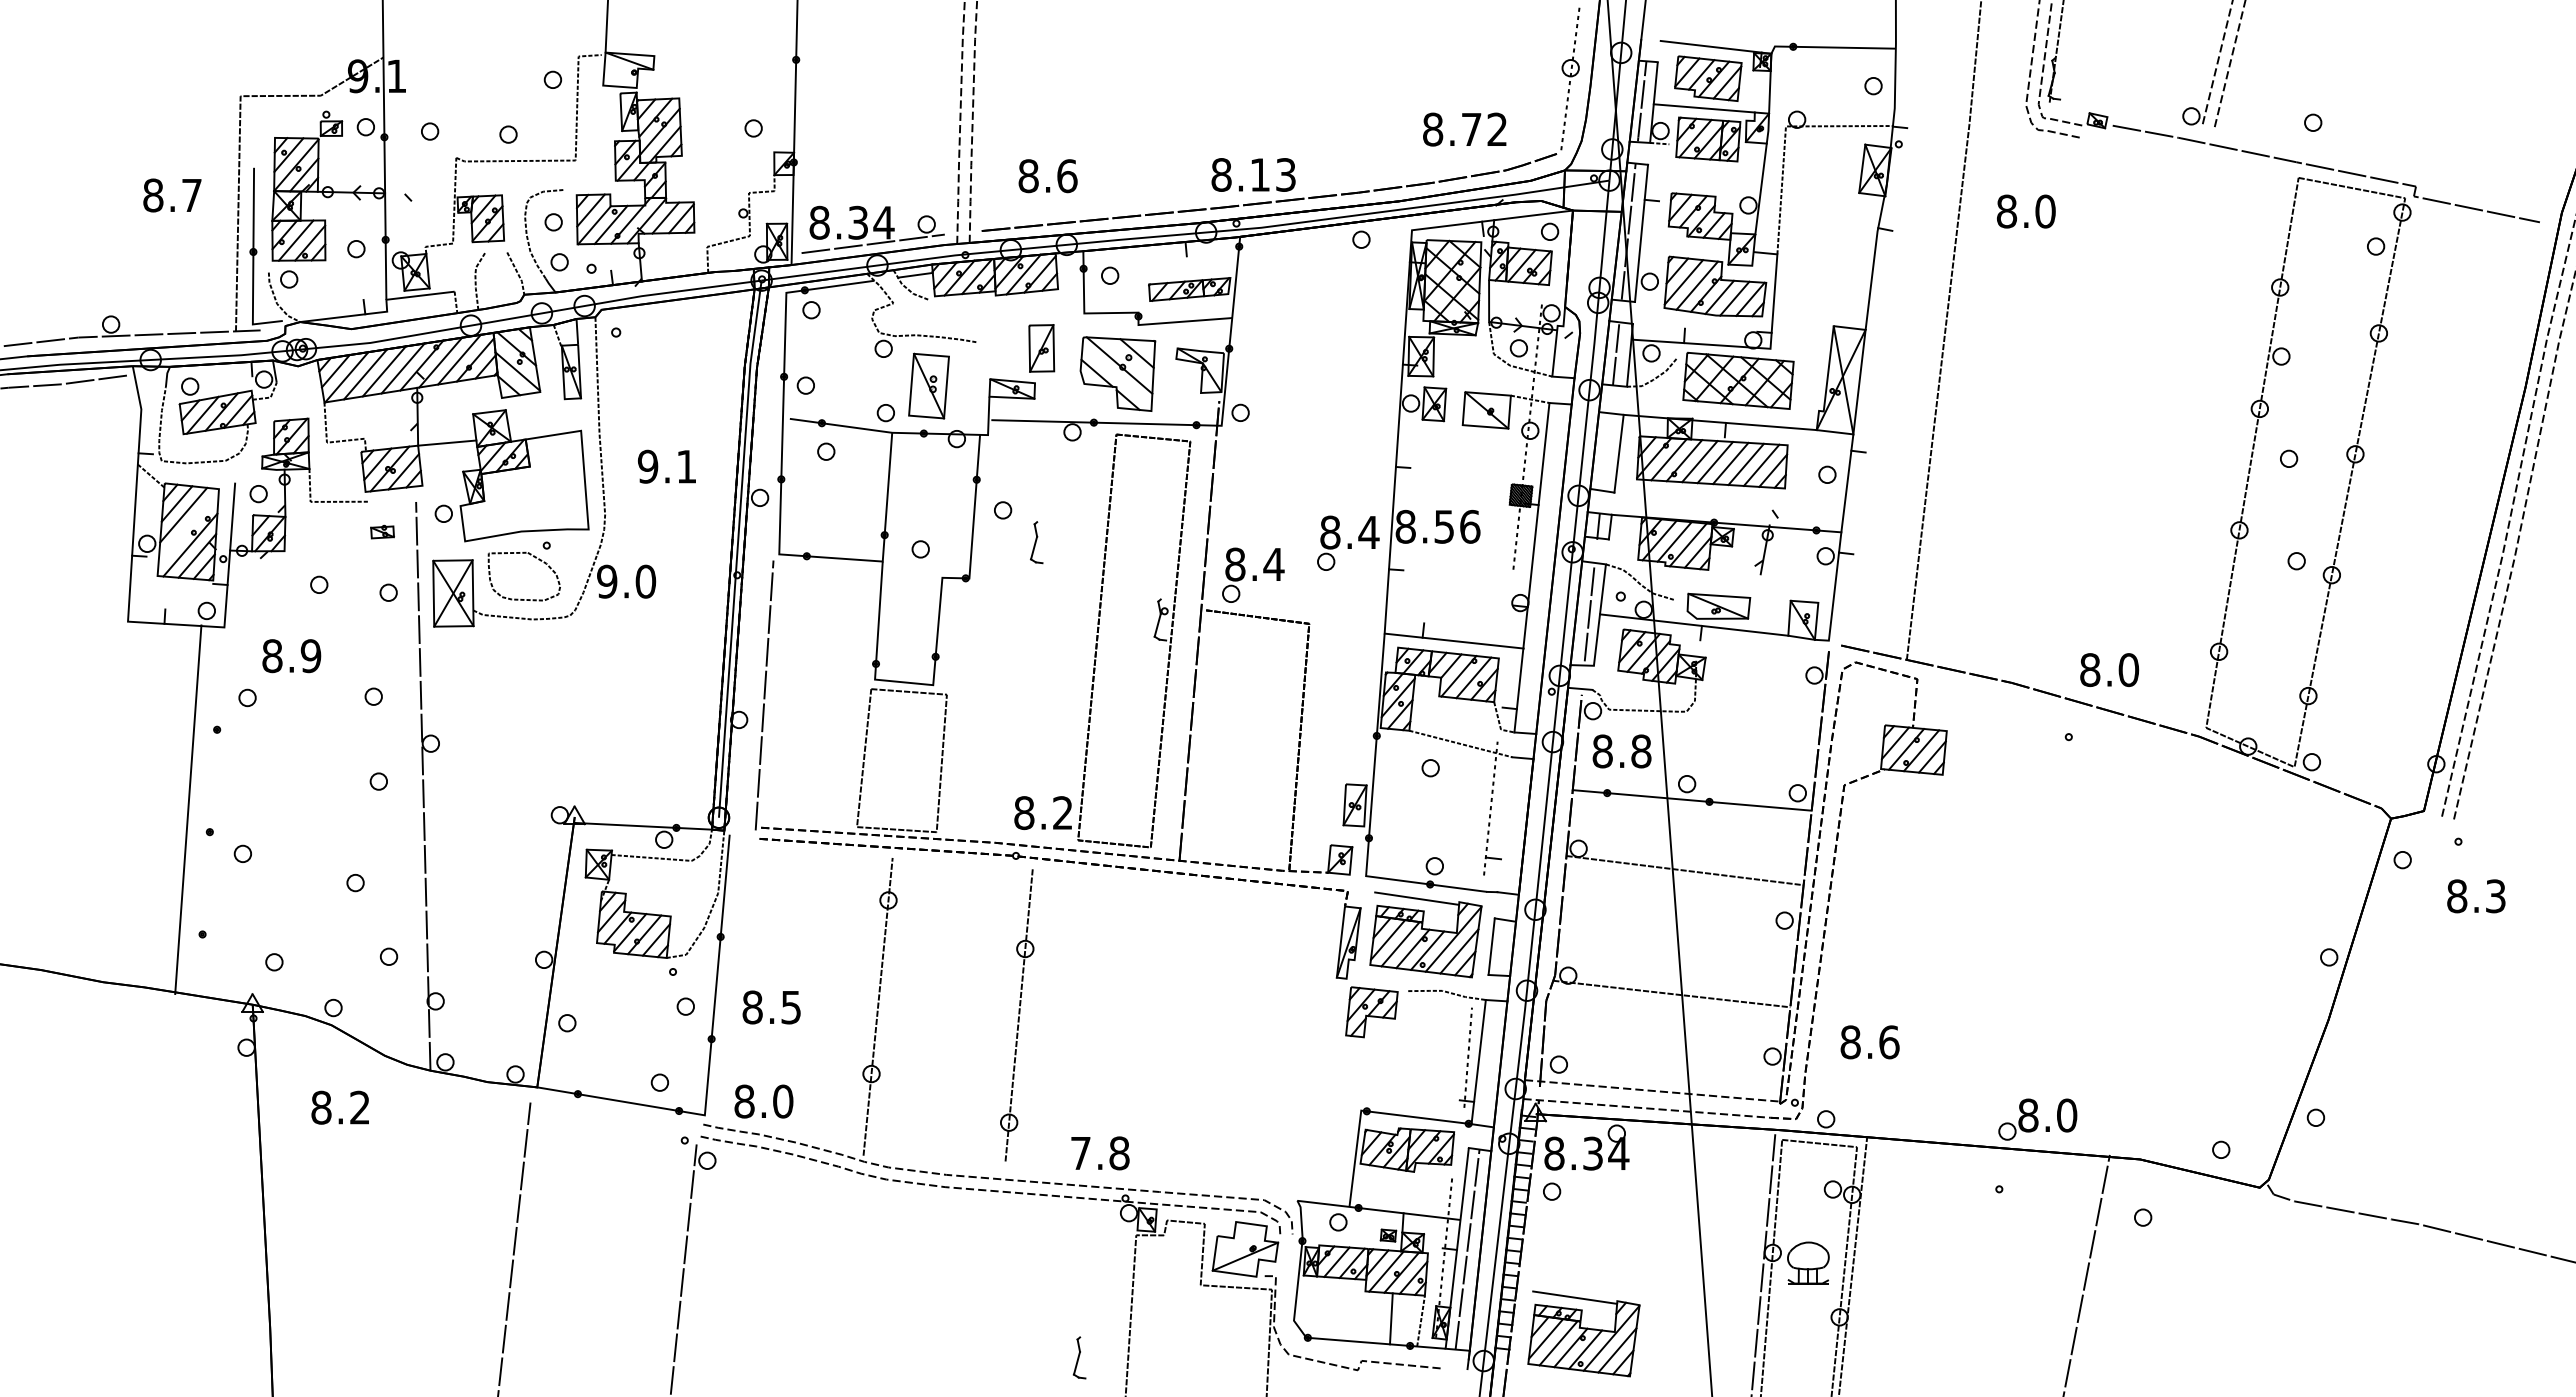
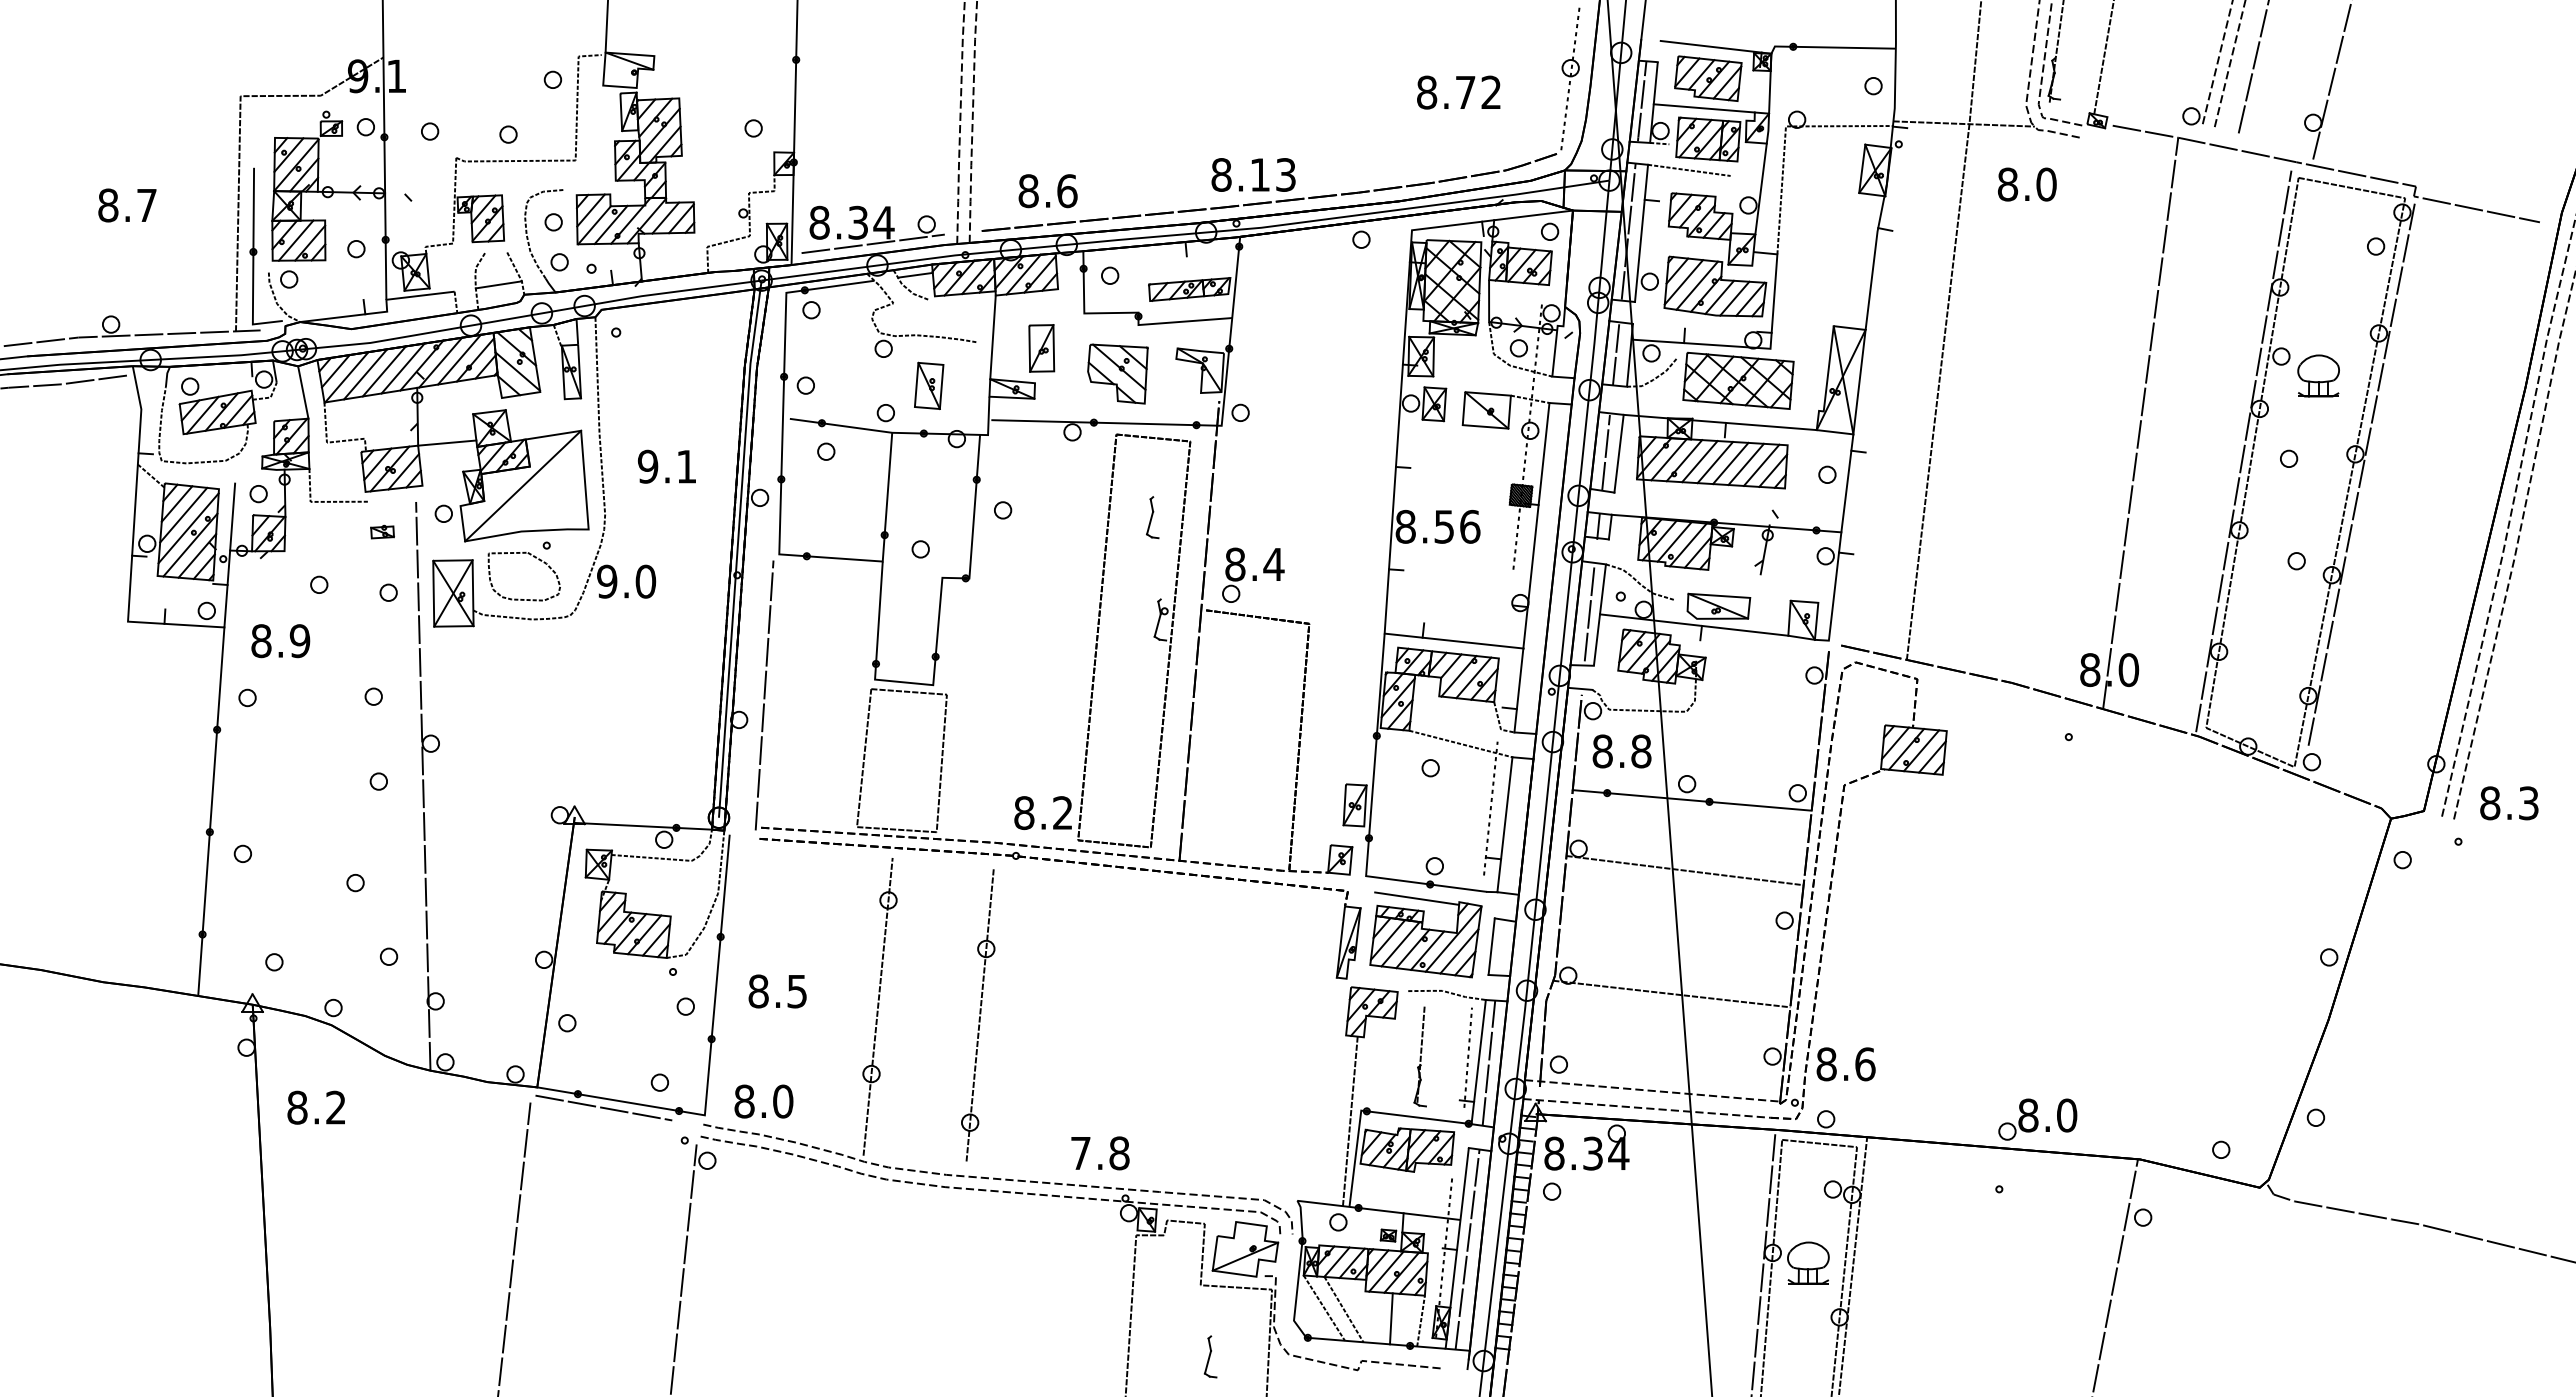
line at (2103, 58): none -> present
line at (2253, 67): none -> present
line at (2332, 80): none -> present
line at (1963, 123): none -> present
text at (1464, 129) position: (1464, 129) -> (1458, 92)
line at (1689, 169): none -> present
text at (1047, 176) position: (1047, 176) -> (1047, 191)
text at (172, 195) position: (172, 195) -> (127, 205)
text at (2026, 211) position: (2026, 211) -> (2027, 184)
line at (498, 284): none -> present
line at (992, 337): none -> present
part at (1117, 373) size: 78x76 px -> 62x62 px
part at (2318, 375): none -> present
part at (928, 385) size: 42x68 px -> 31x49 px
line at (303, 392): none -> present
line at (2140, 423): none -> present
line at (2243, 451): none -> present
line at (1605, 452): none -> present
line at (2361, 474): none -> present
line at (523, 485): none -> present
line at (188, 528): none -> present
part at (1036, 542) position: (1036, 542) -> (1152, 517)
part at (1348, 542): present -> none
text at (291, 656) position: (291, 656) -> (280, 641)
line at (188, 809) position: (188, 809) -> (211, 811)
line at (1504, 824): none -> present
text at (2476, 896) position: (2476, 896) -> (2509, 803)
text at (771, 1007) position: (771, 1007) -> (777, 991)
part at (1017, 1015) position: (1017, 1015) -> (978, 1015)
text at (1869, 1042) position: (1869, 1042) -> (1845, 1064)
part at (1419, 1056): none -> present
line at (1488, 1062): none -> present
text at (339, 1107) position: (339, 1107) -> (315, 1107)
line at (603, 1107): none -> present
line at (1349, 1121): none -> present
line at (2086, 1273) position: (2086, 1273) -> (2114, 1276)
line at (1323, 1307): none -> present
line at (1343, 1309): none -> present
part at (1583, 1333): present -> none
part at (1079, 1357) position: (1079, 1357) -> (1210, 1356)
